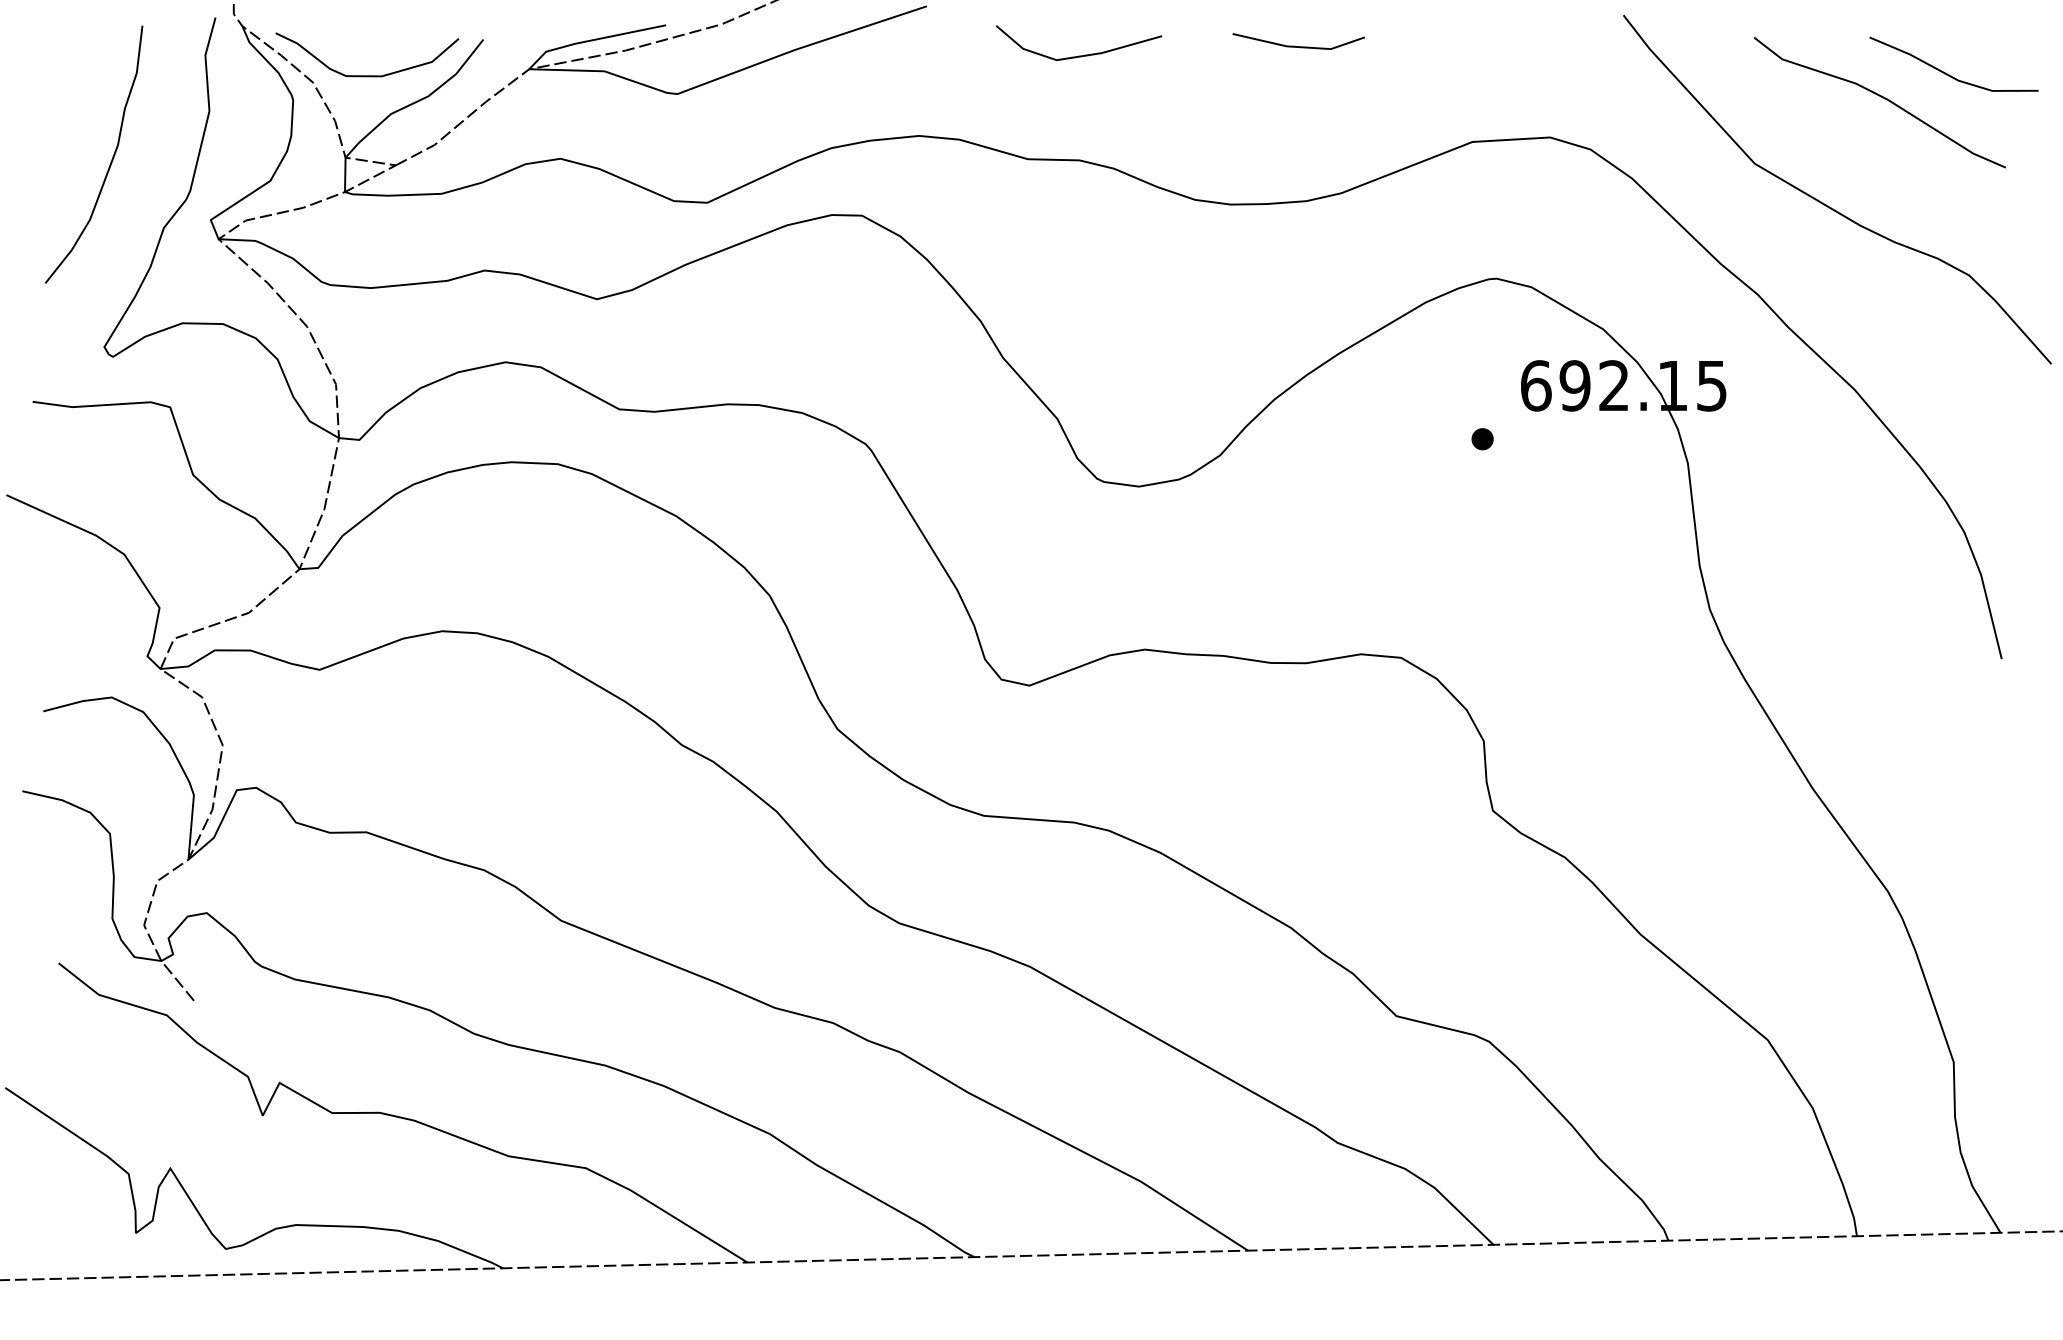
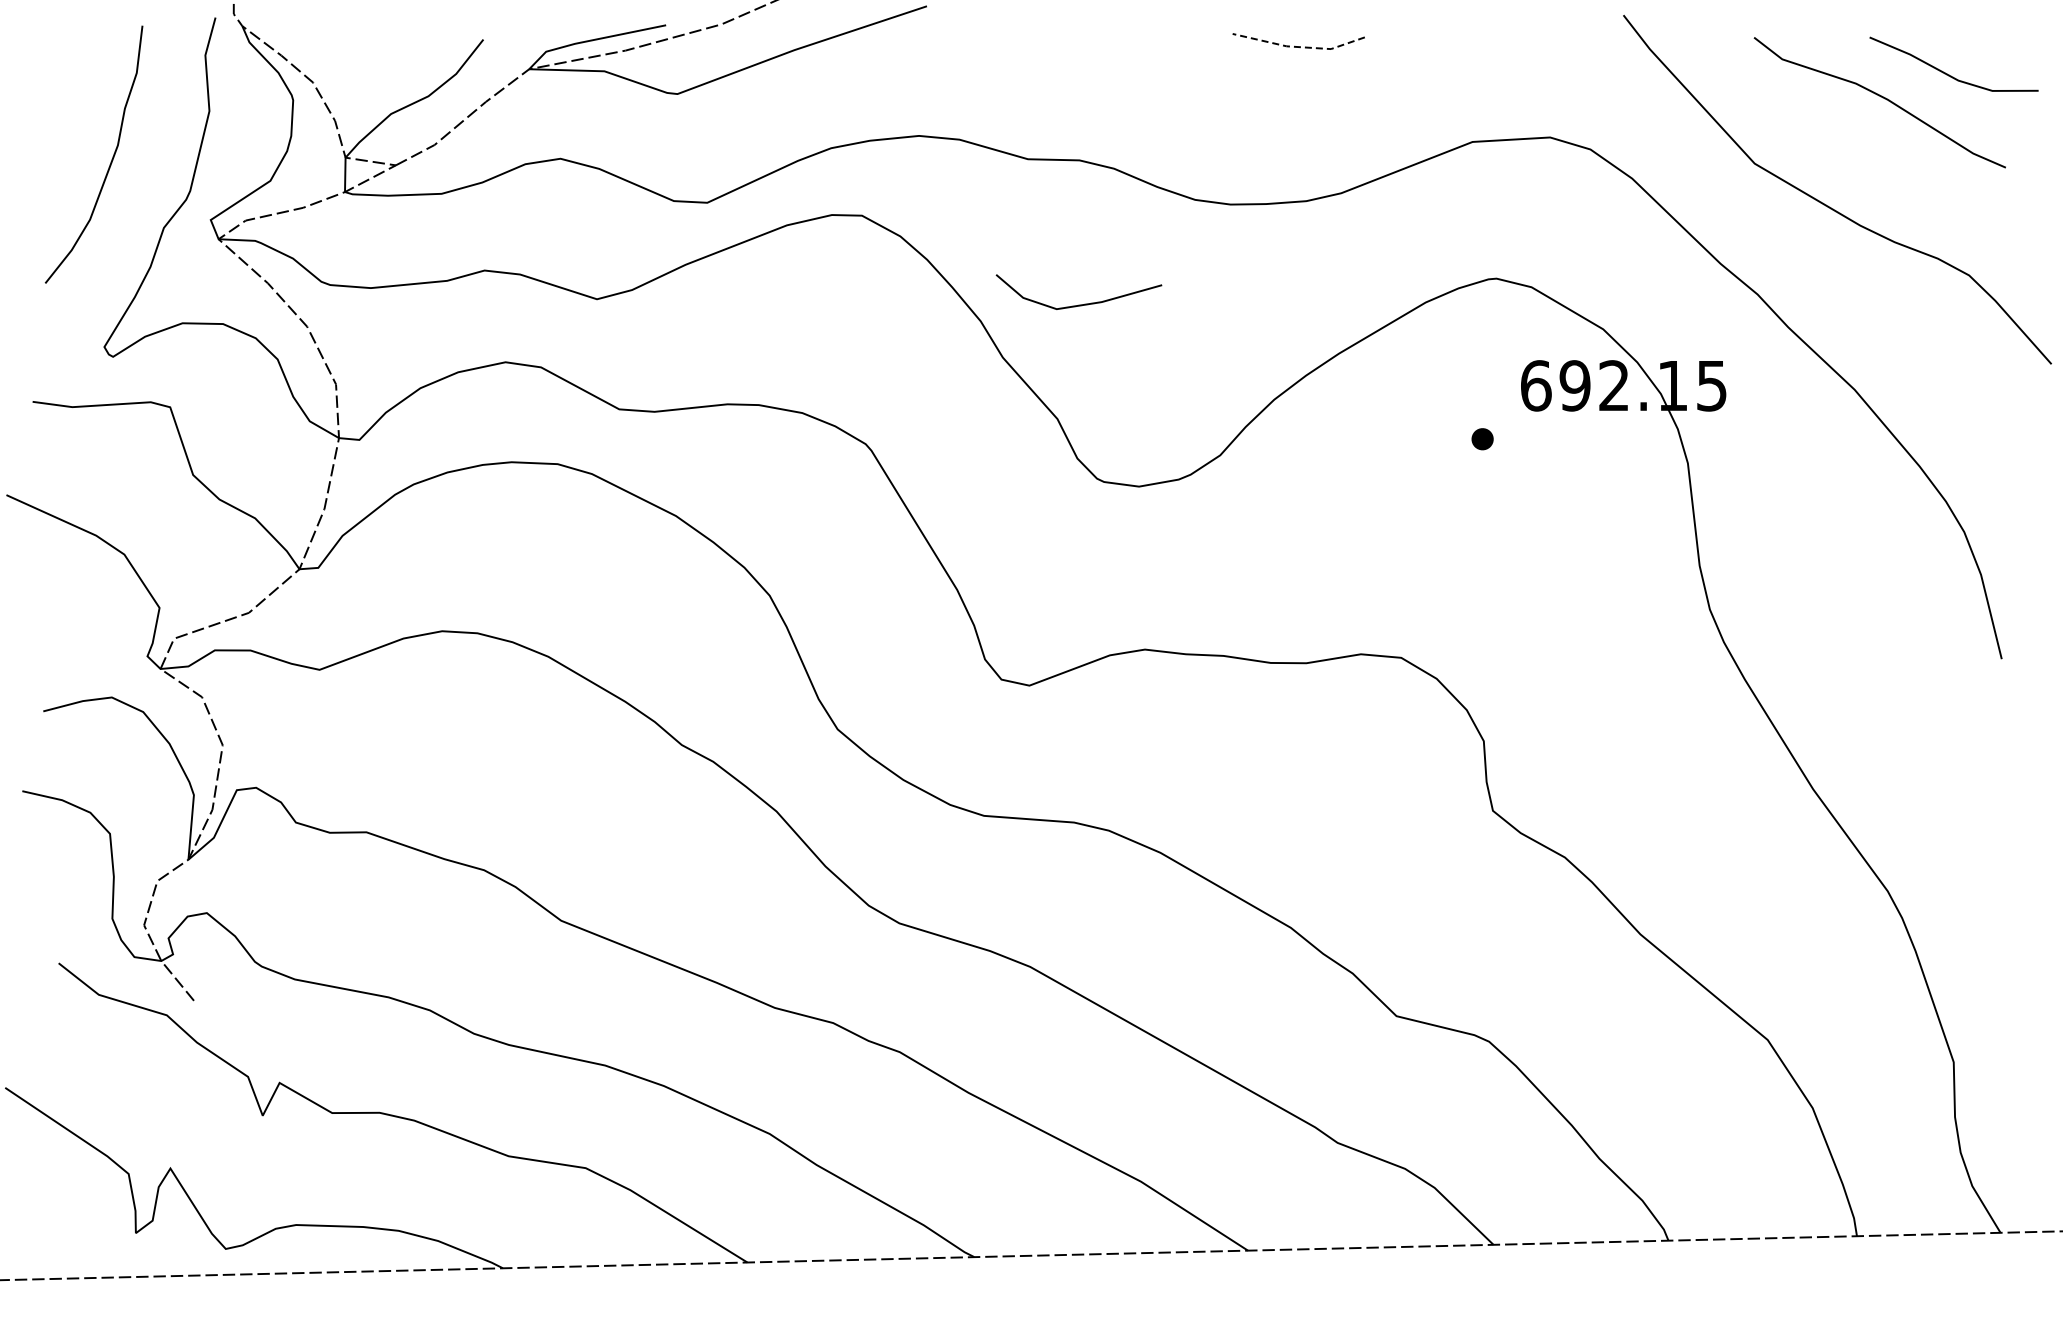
line at (1298, 47): solid -> dashed
line at (1078, 55) position: (1078, 55) -> (1078, 304)
curve at (367, 75): present -> none
